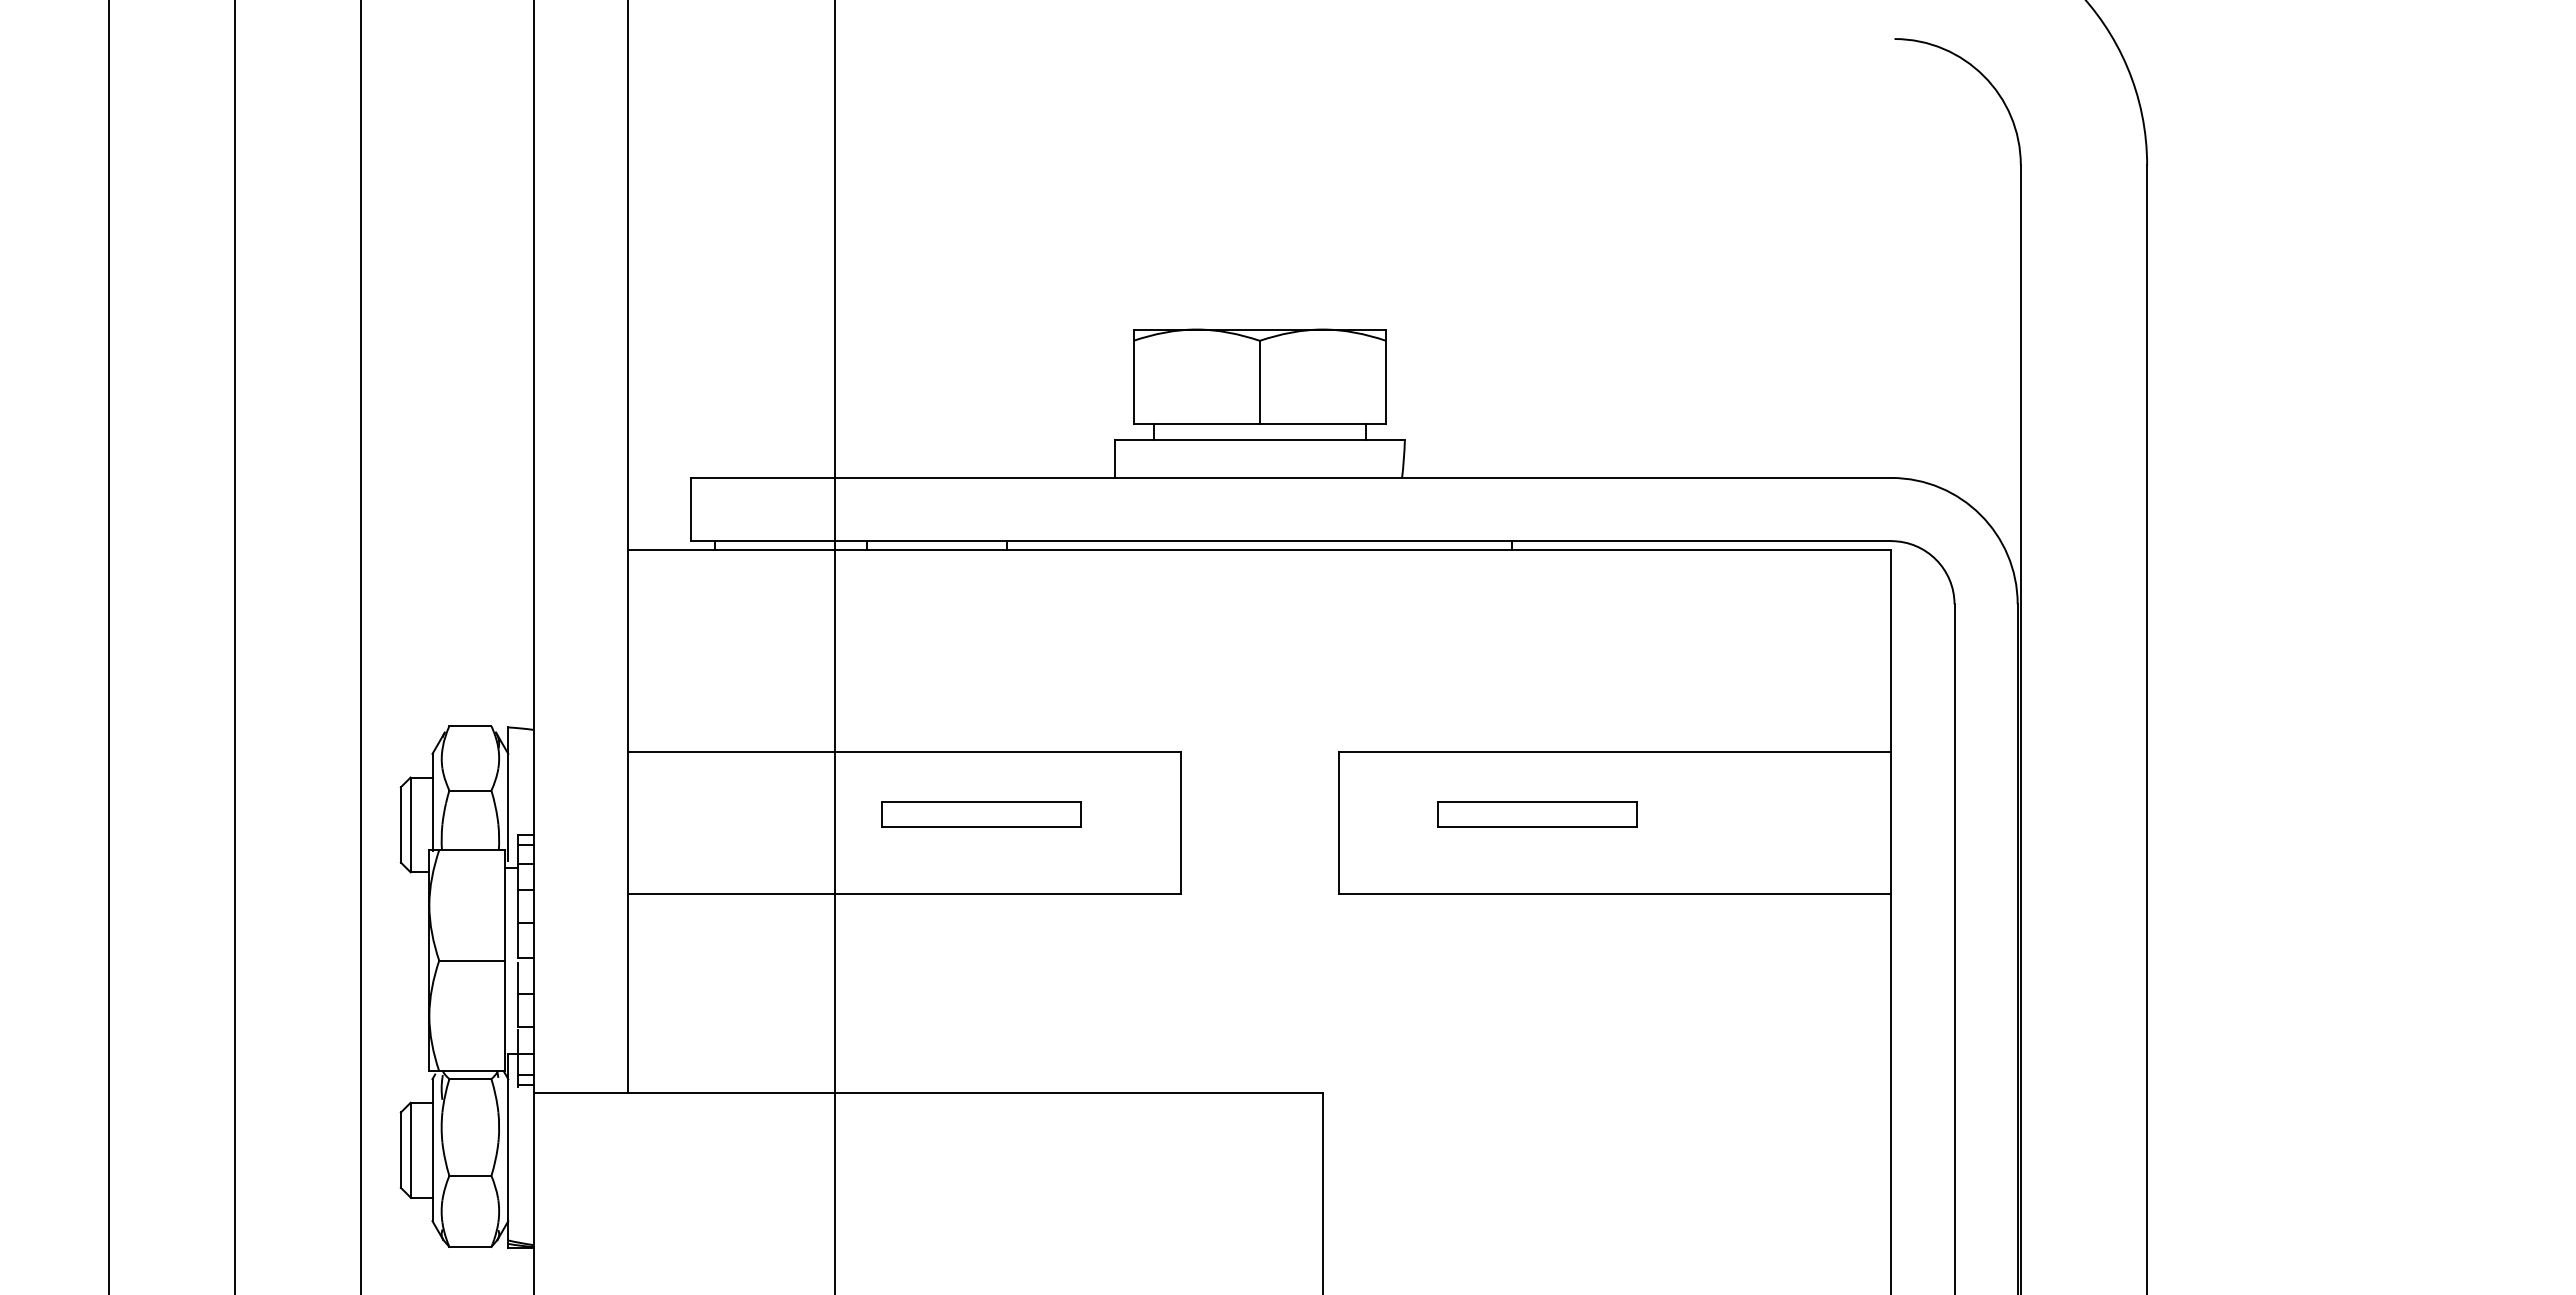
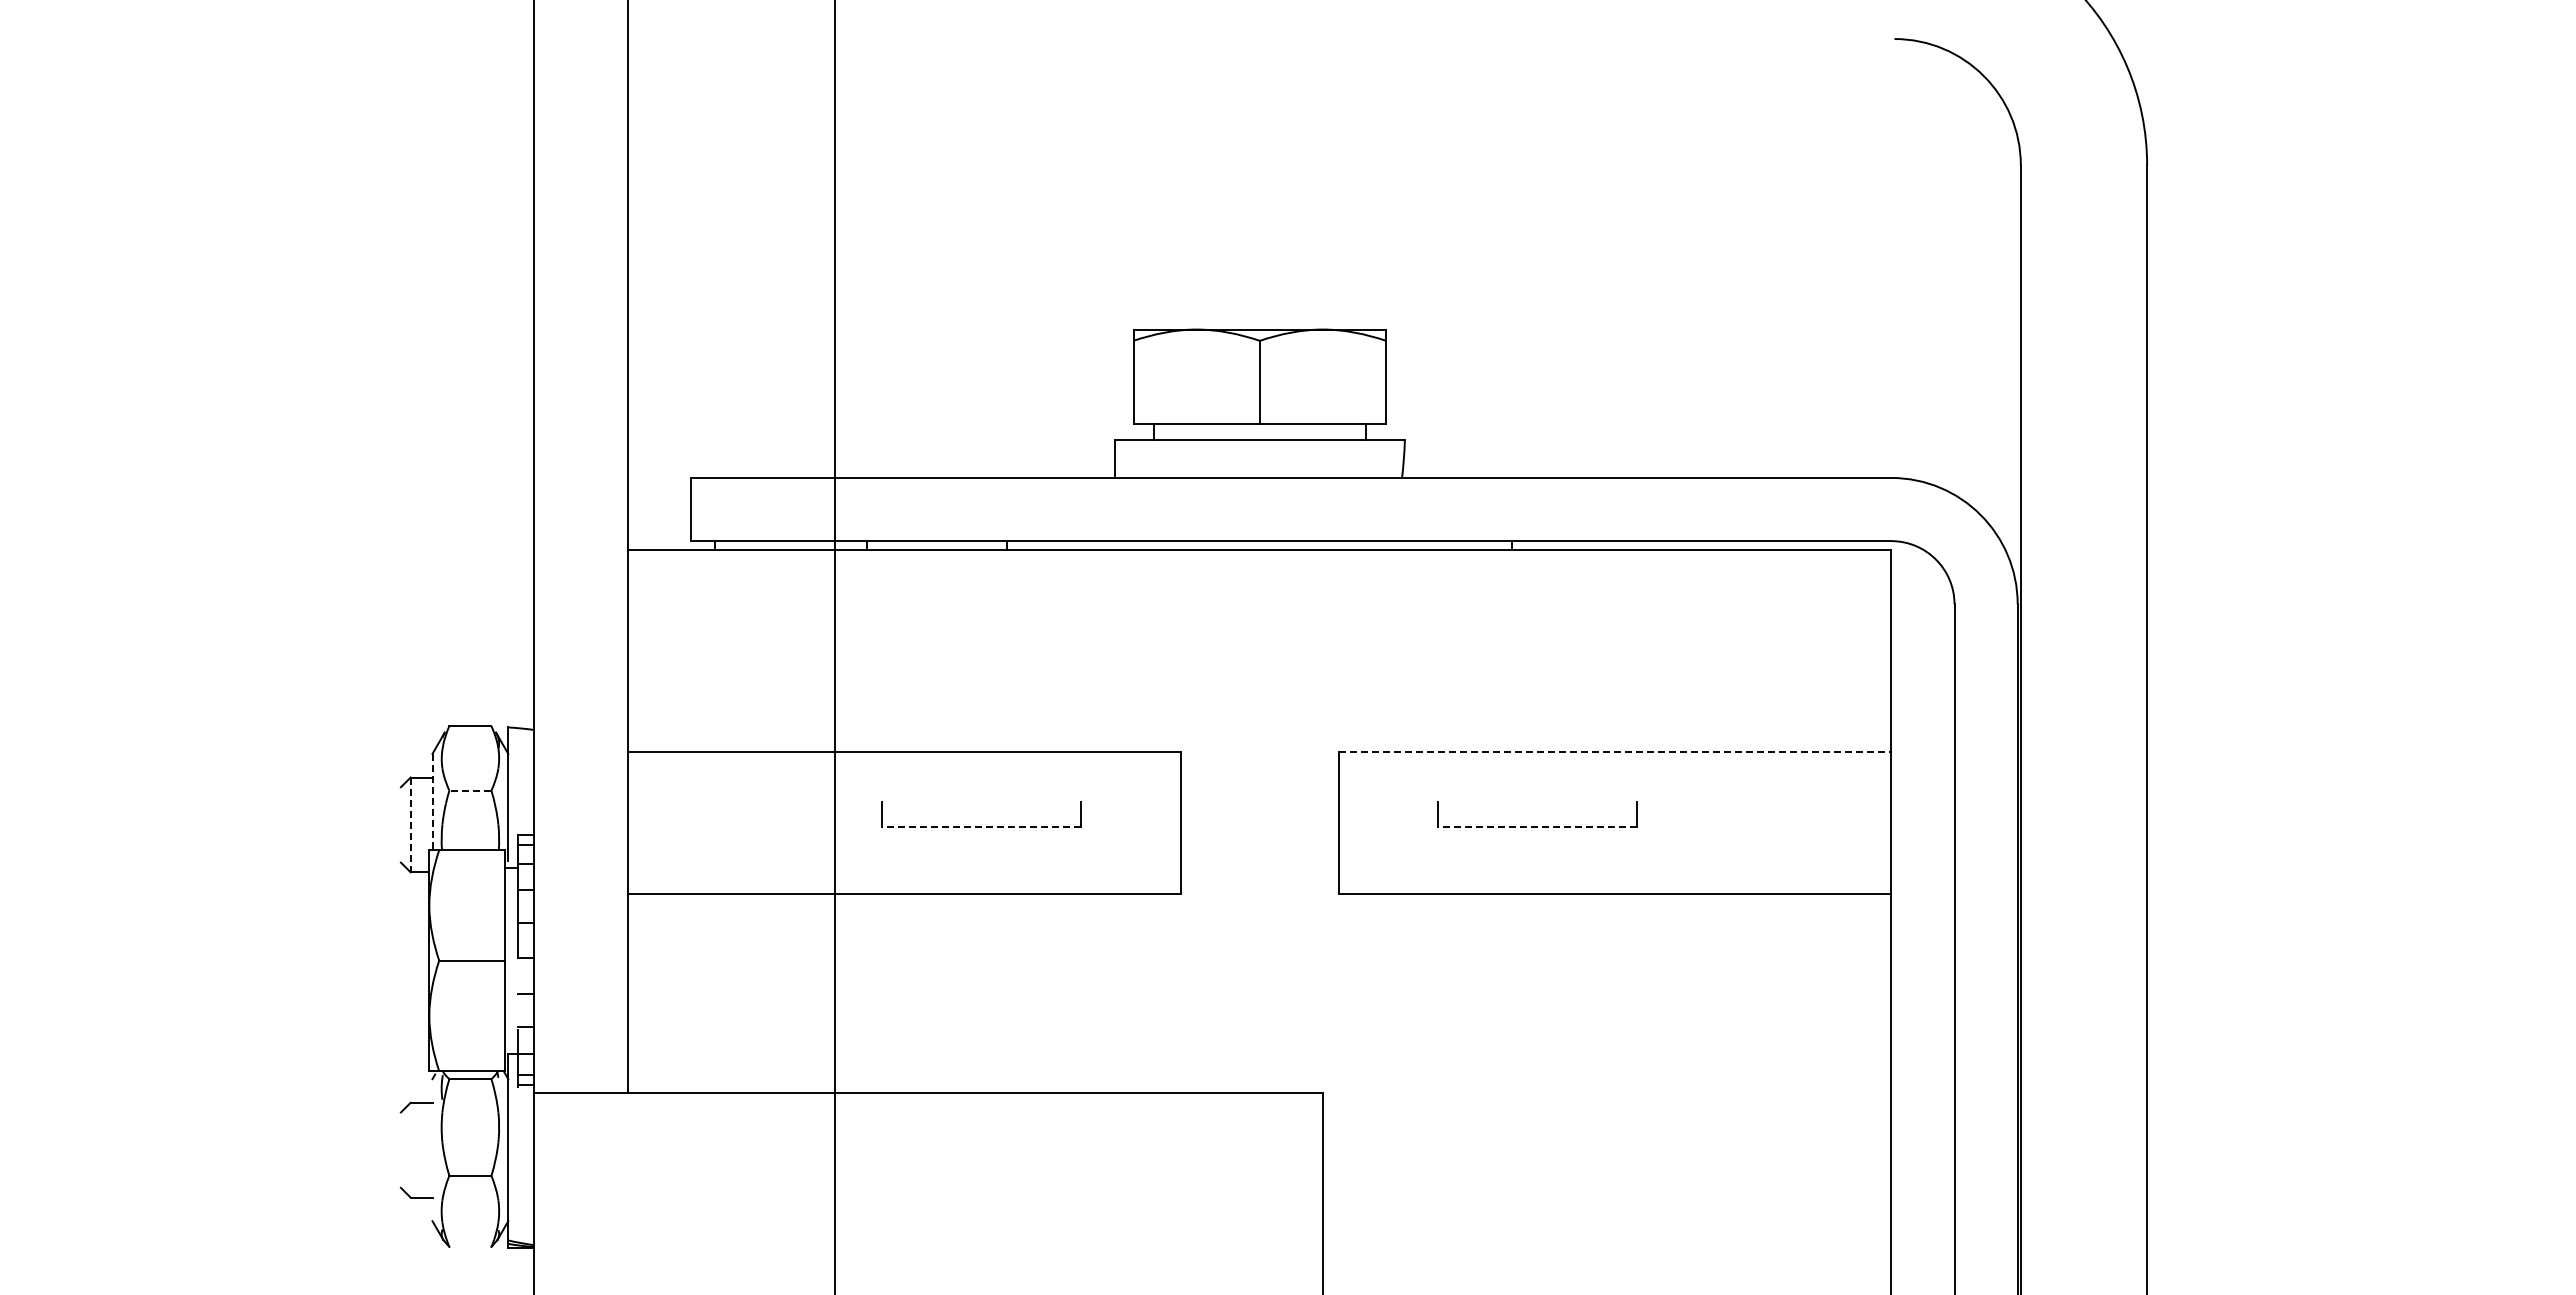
line at (108, 646): present -> none
line at (235, 646): present -> none
line at (361, 646): present -> none
line at (1615, 752): solid -> dashed
line at (469, 790): solid -> dashed
line at (981, 801): present -> none
line at (1537, 801): present -> none
line at (432, 802): solid -> dashed
line at (400, 824): present -> none
line at (410, 825): solid -> dashed
line at (981, 826): solid -> dashed
line at (1537, 826): solid -> dashed
line at (517, 994): present -> none
line at (400, 1149): present -> none
line at (410, 1149): present -> none
line at (432, 1150): present -> none
line at (470, 1246): present -> none
